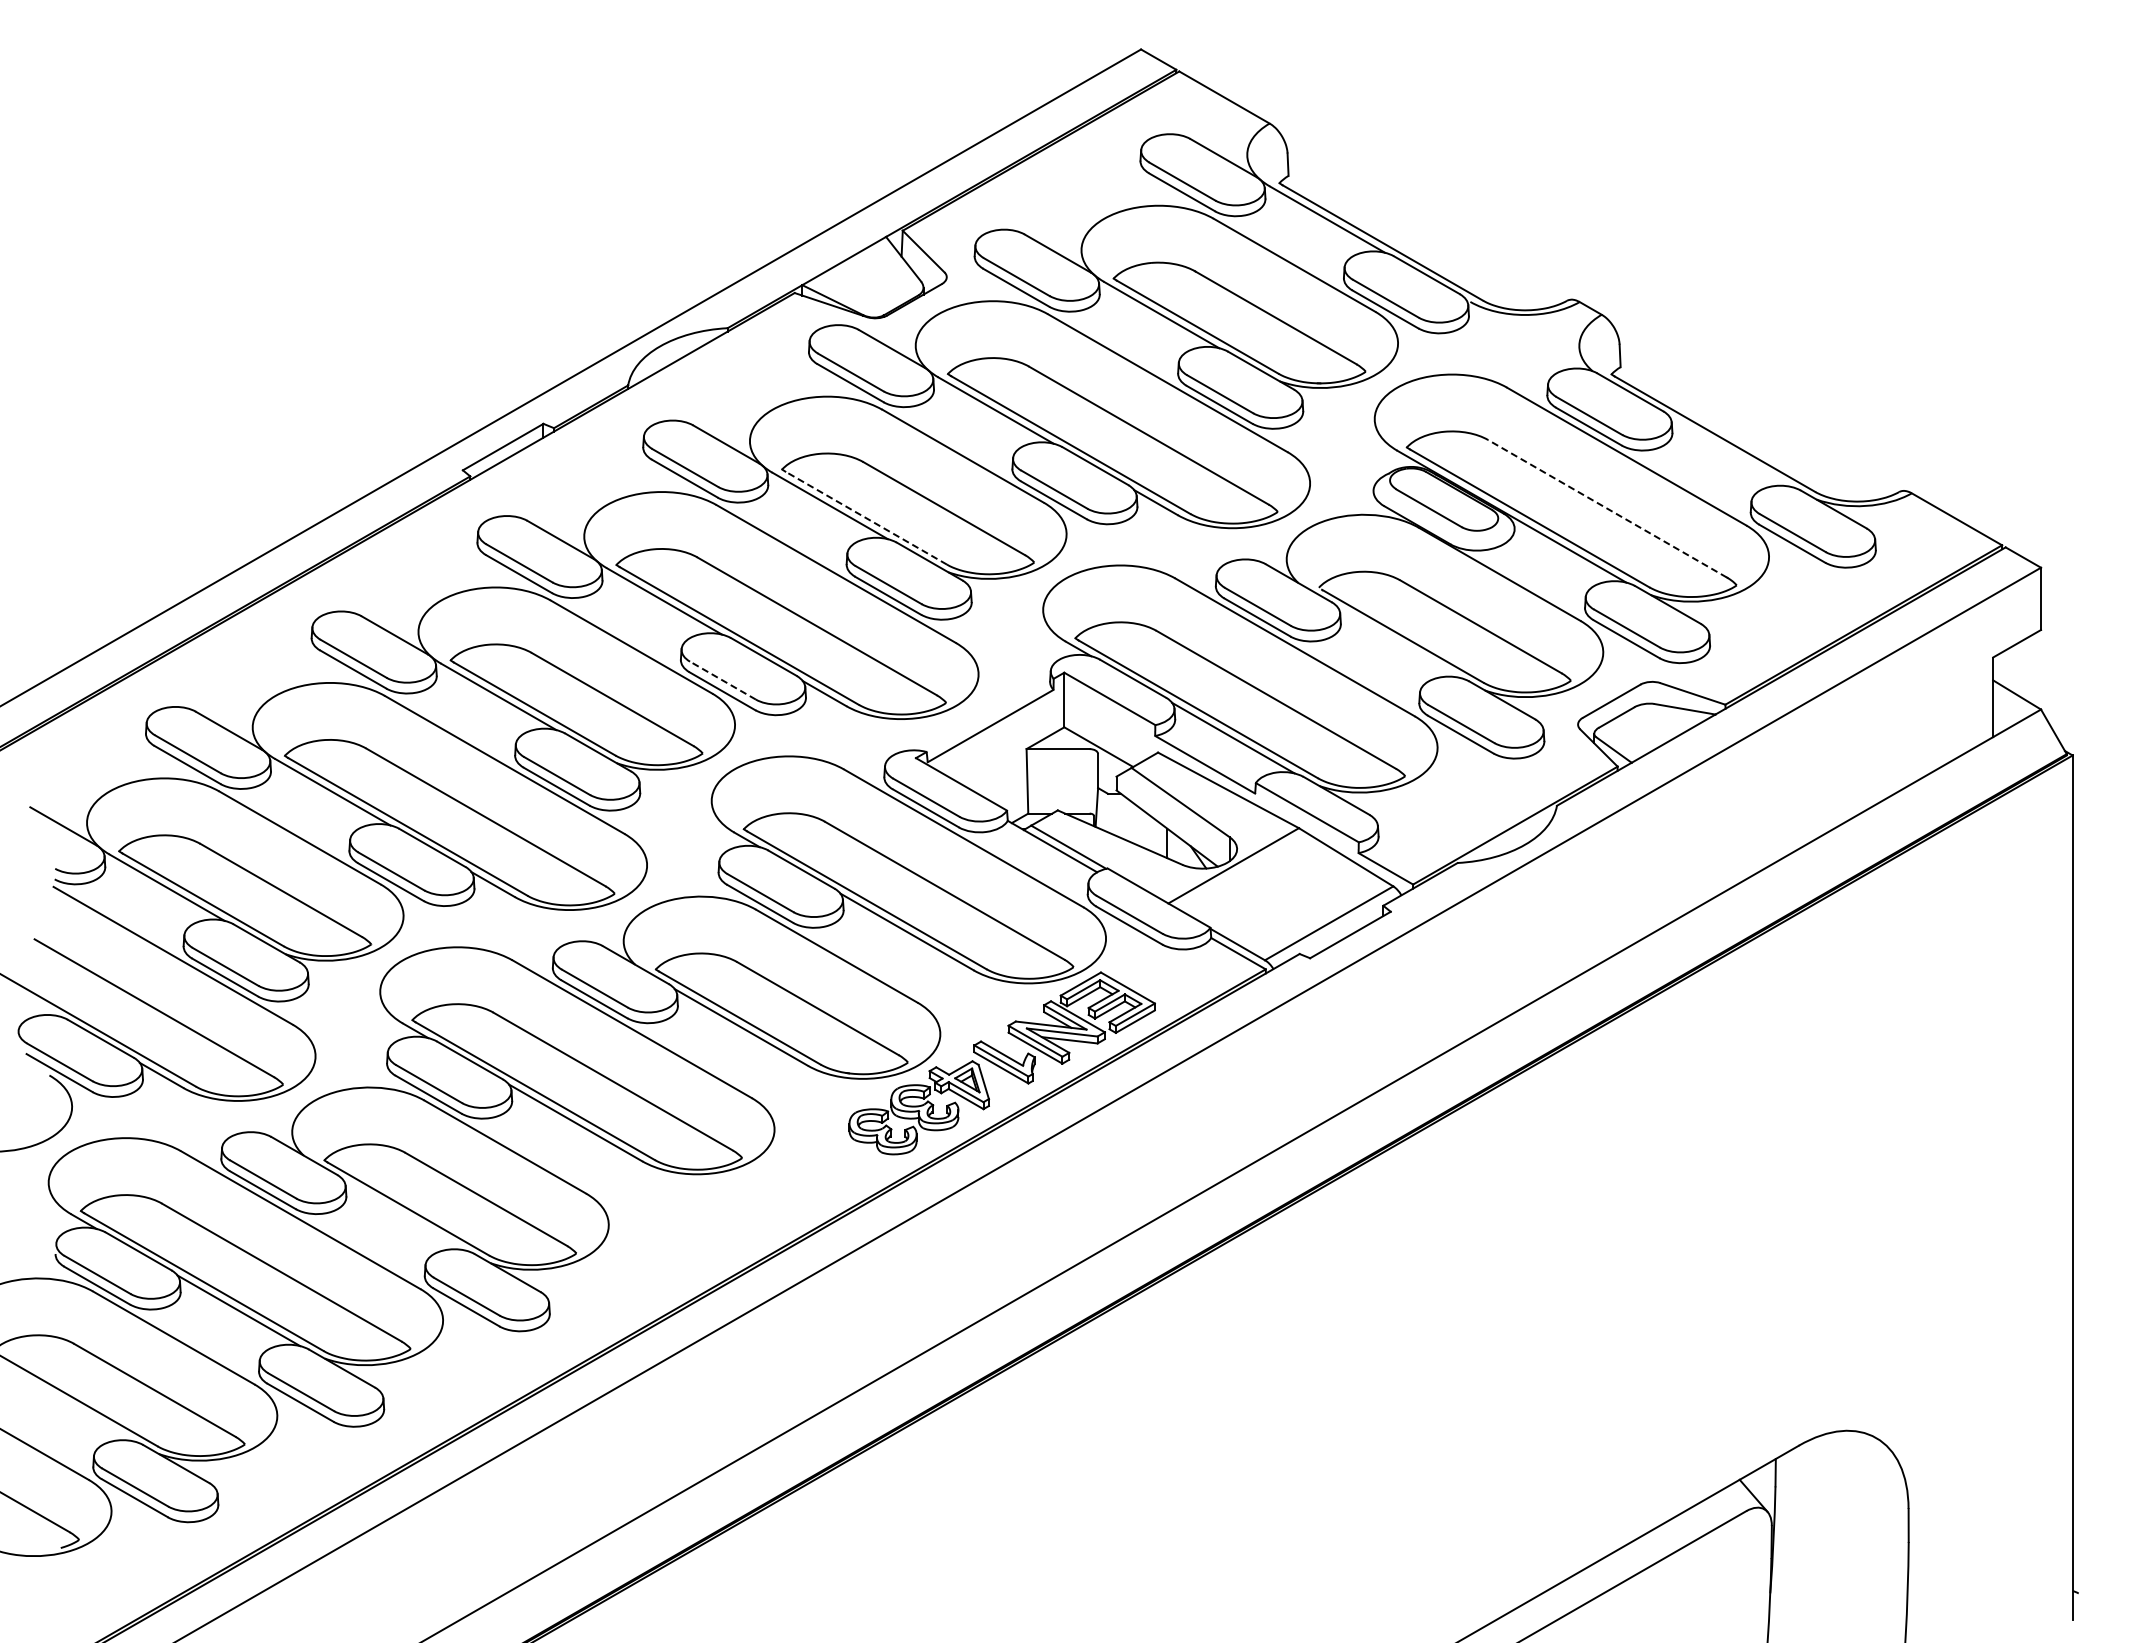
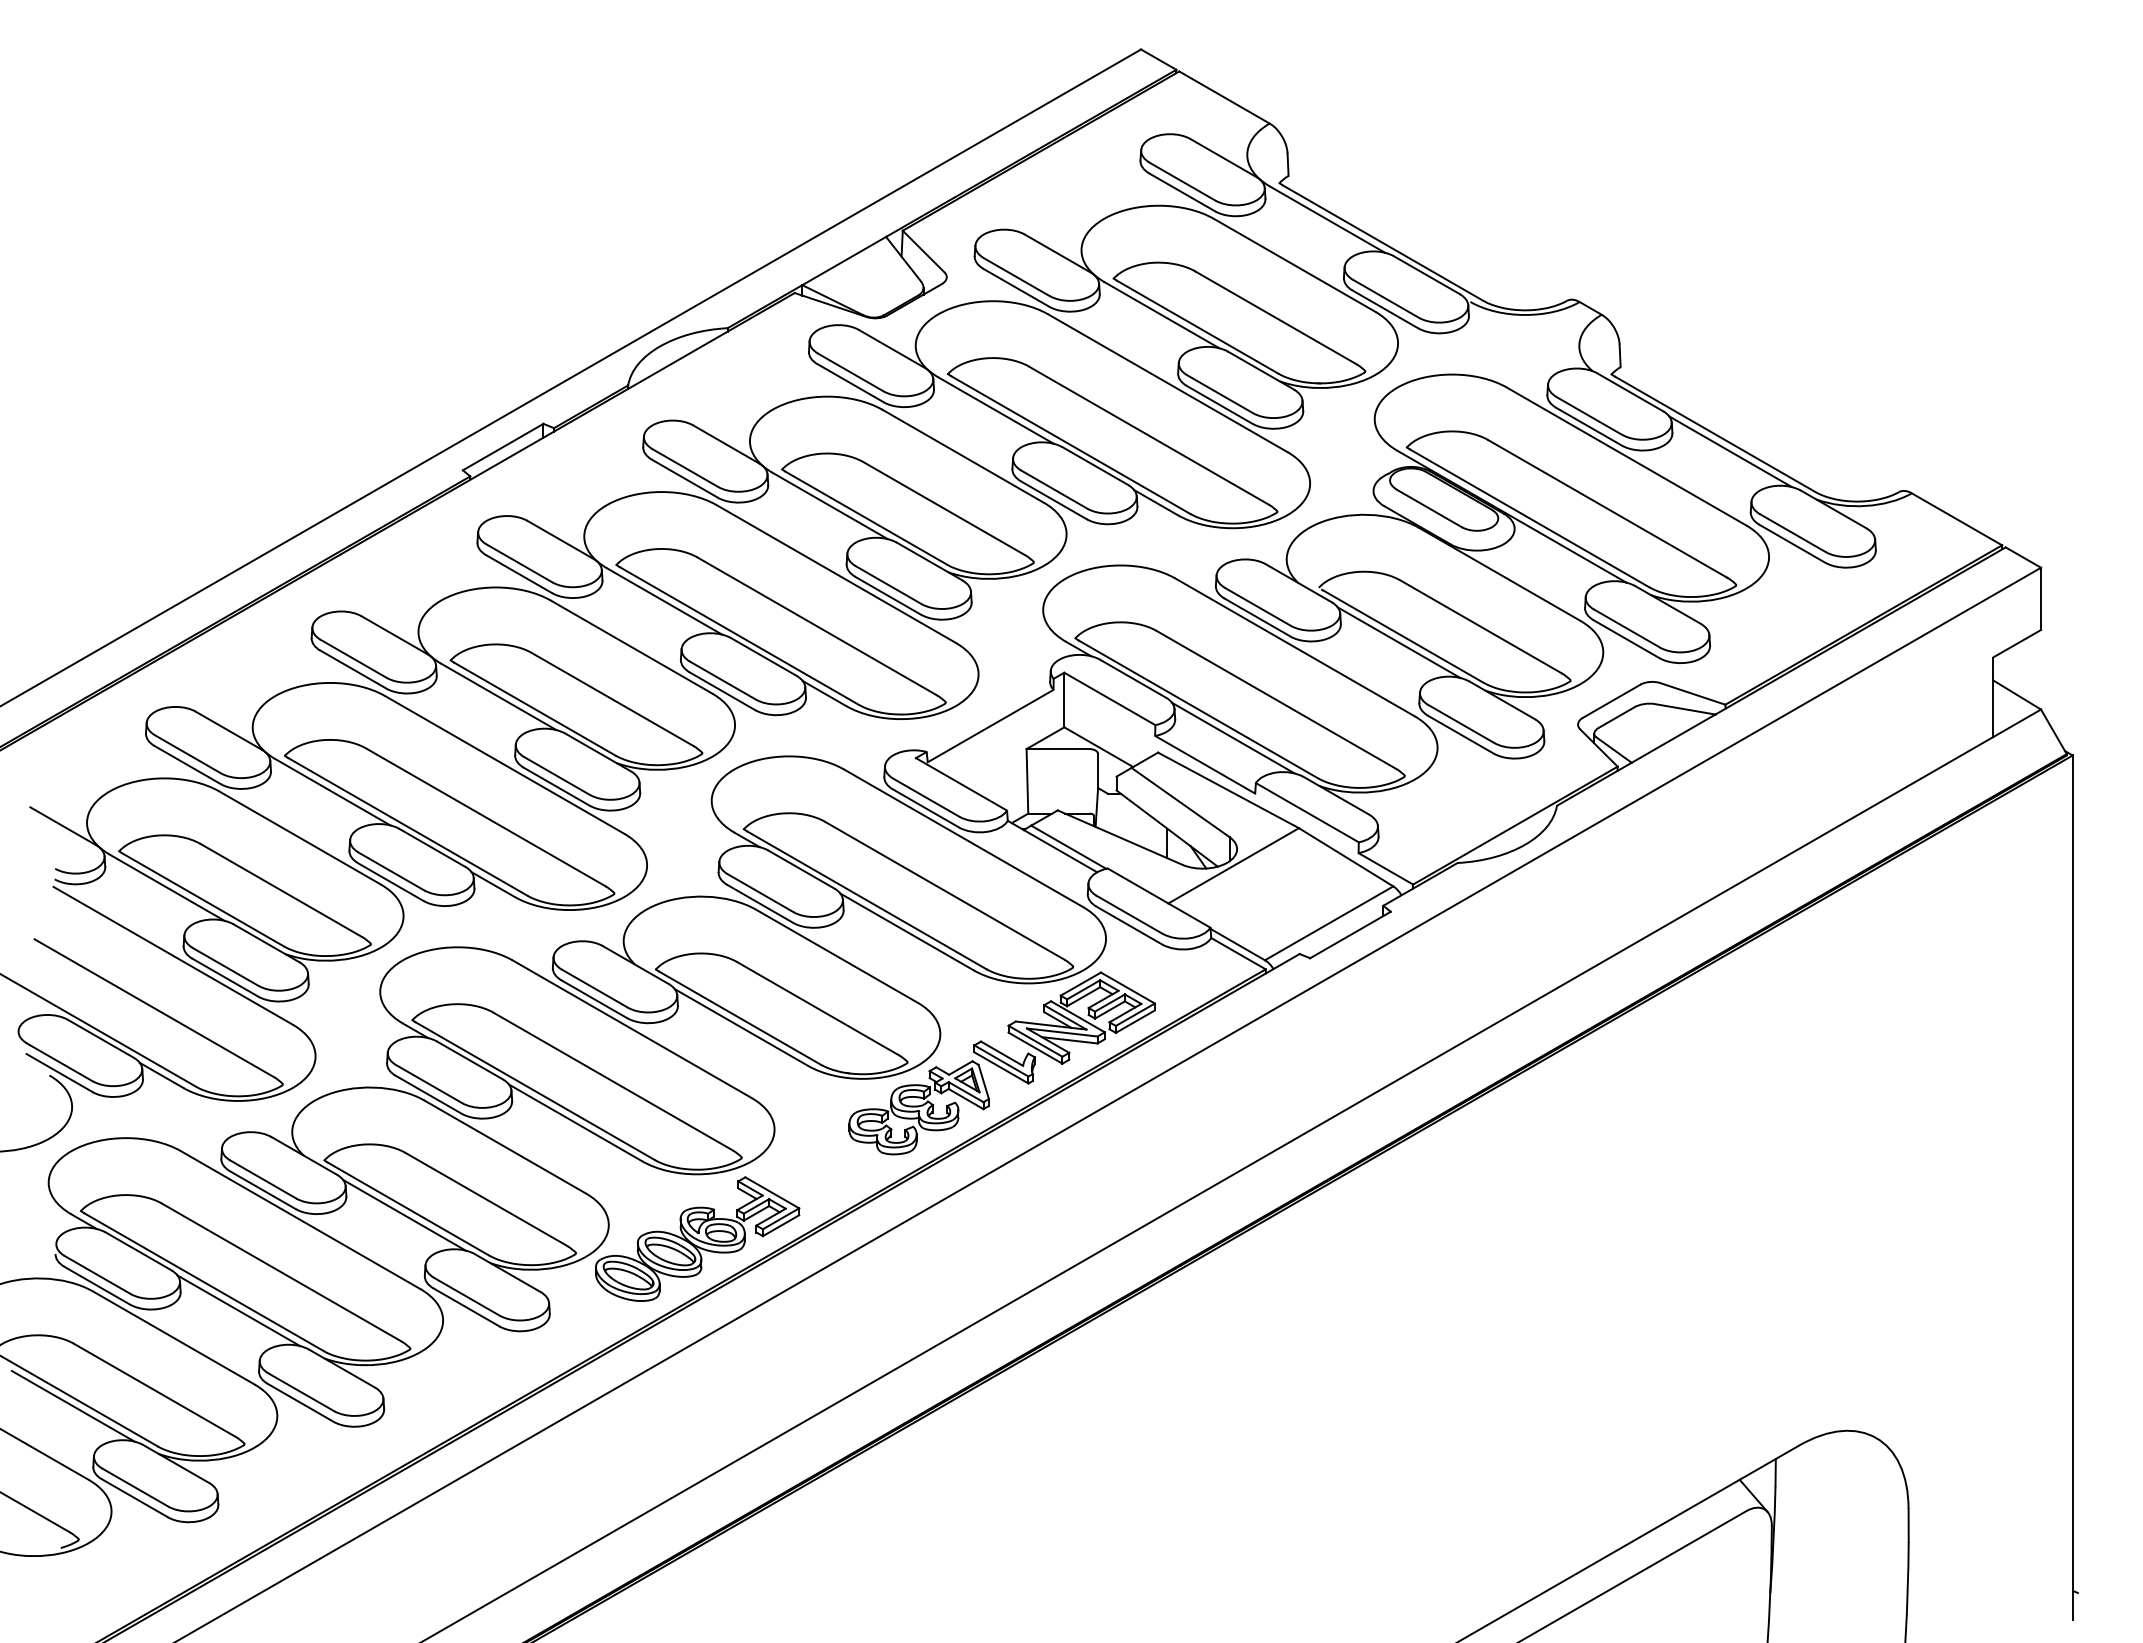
line at (1730, 451): none -> present
line at (1607, 508): dashed -> solid
line at (865, 517): dashed -> solid
line at (1398, 642): none -> present
line at (722, 680): dashed -> solid
line at (404, 1215): none -> present
part at (697, 1238): none -> present
line at (72, 1405): none -> present
